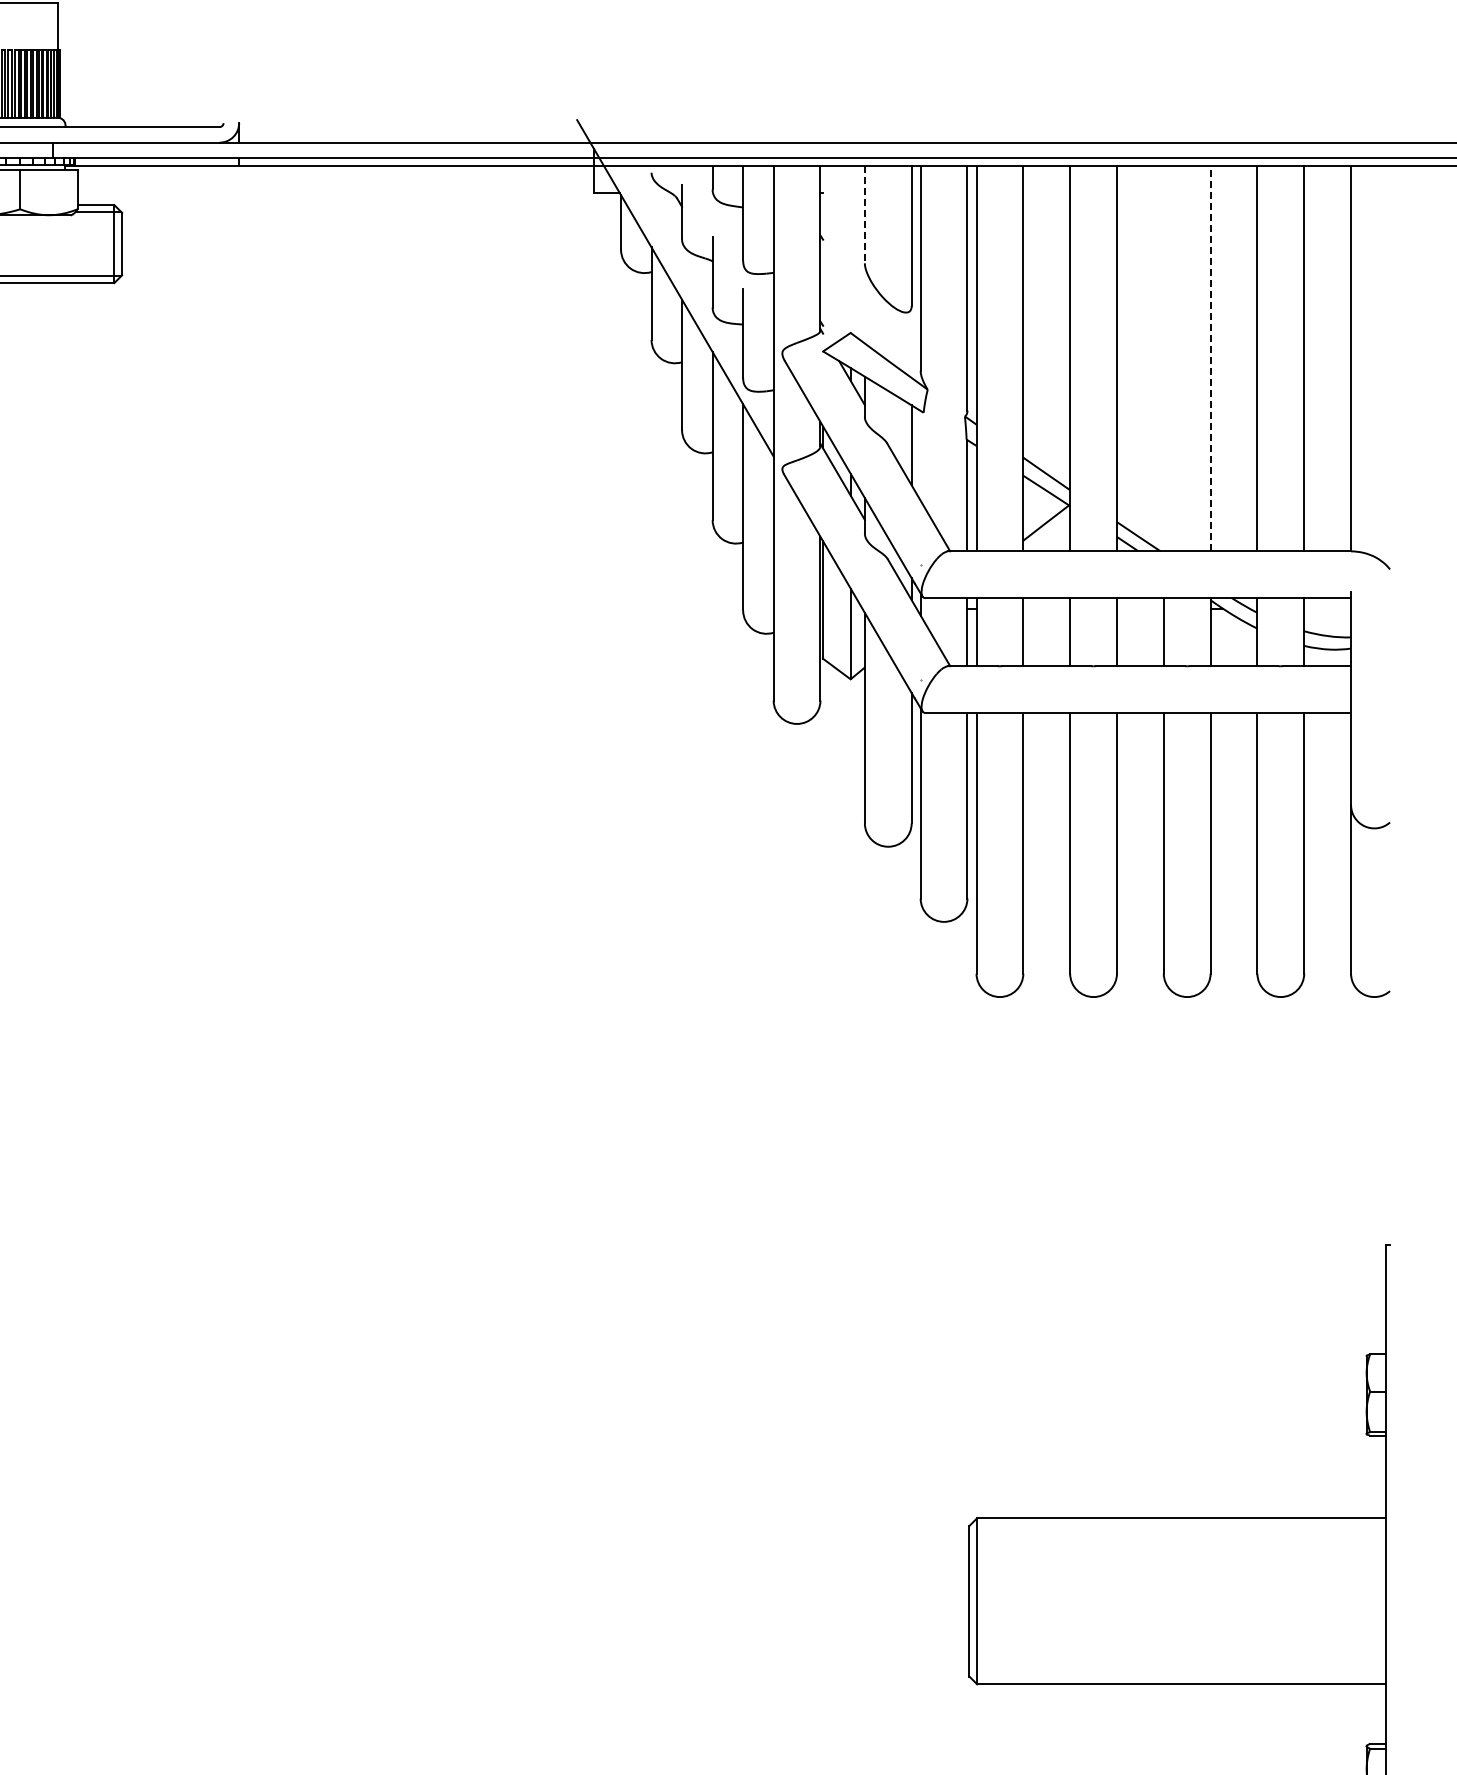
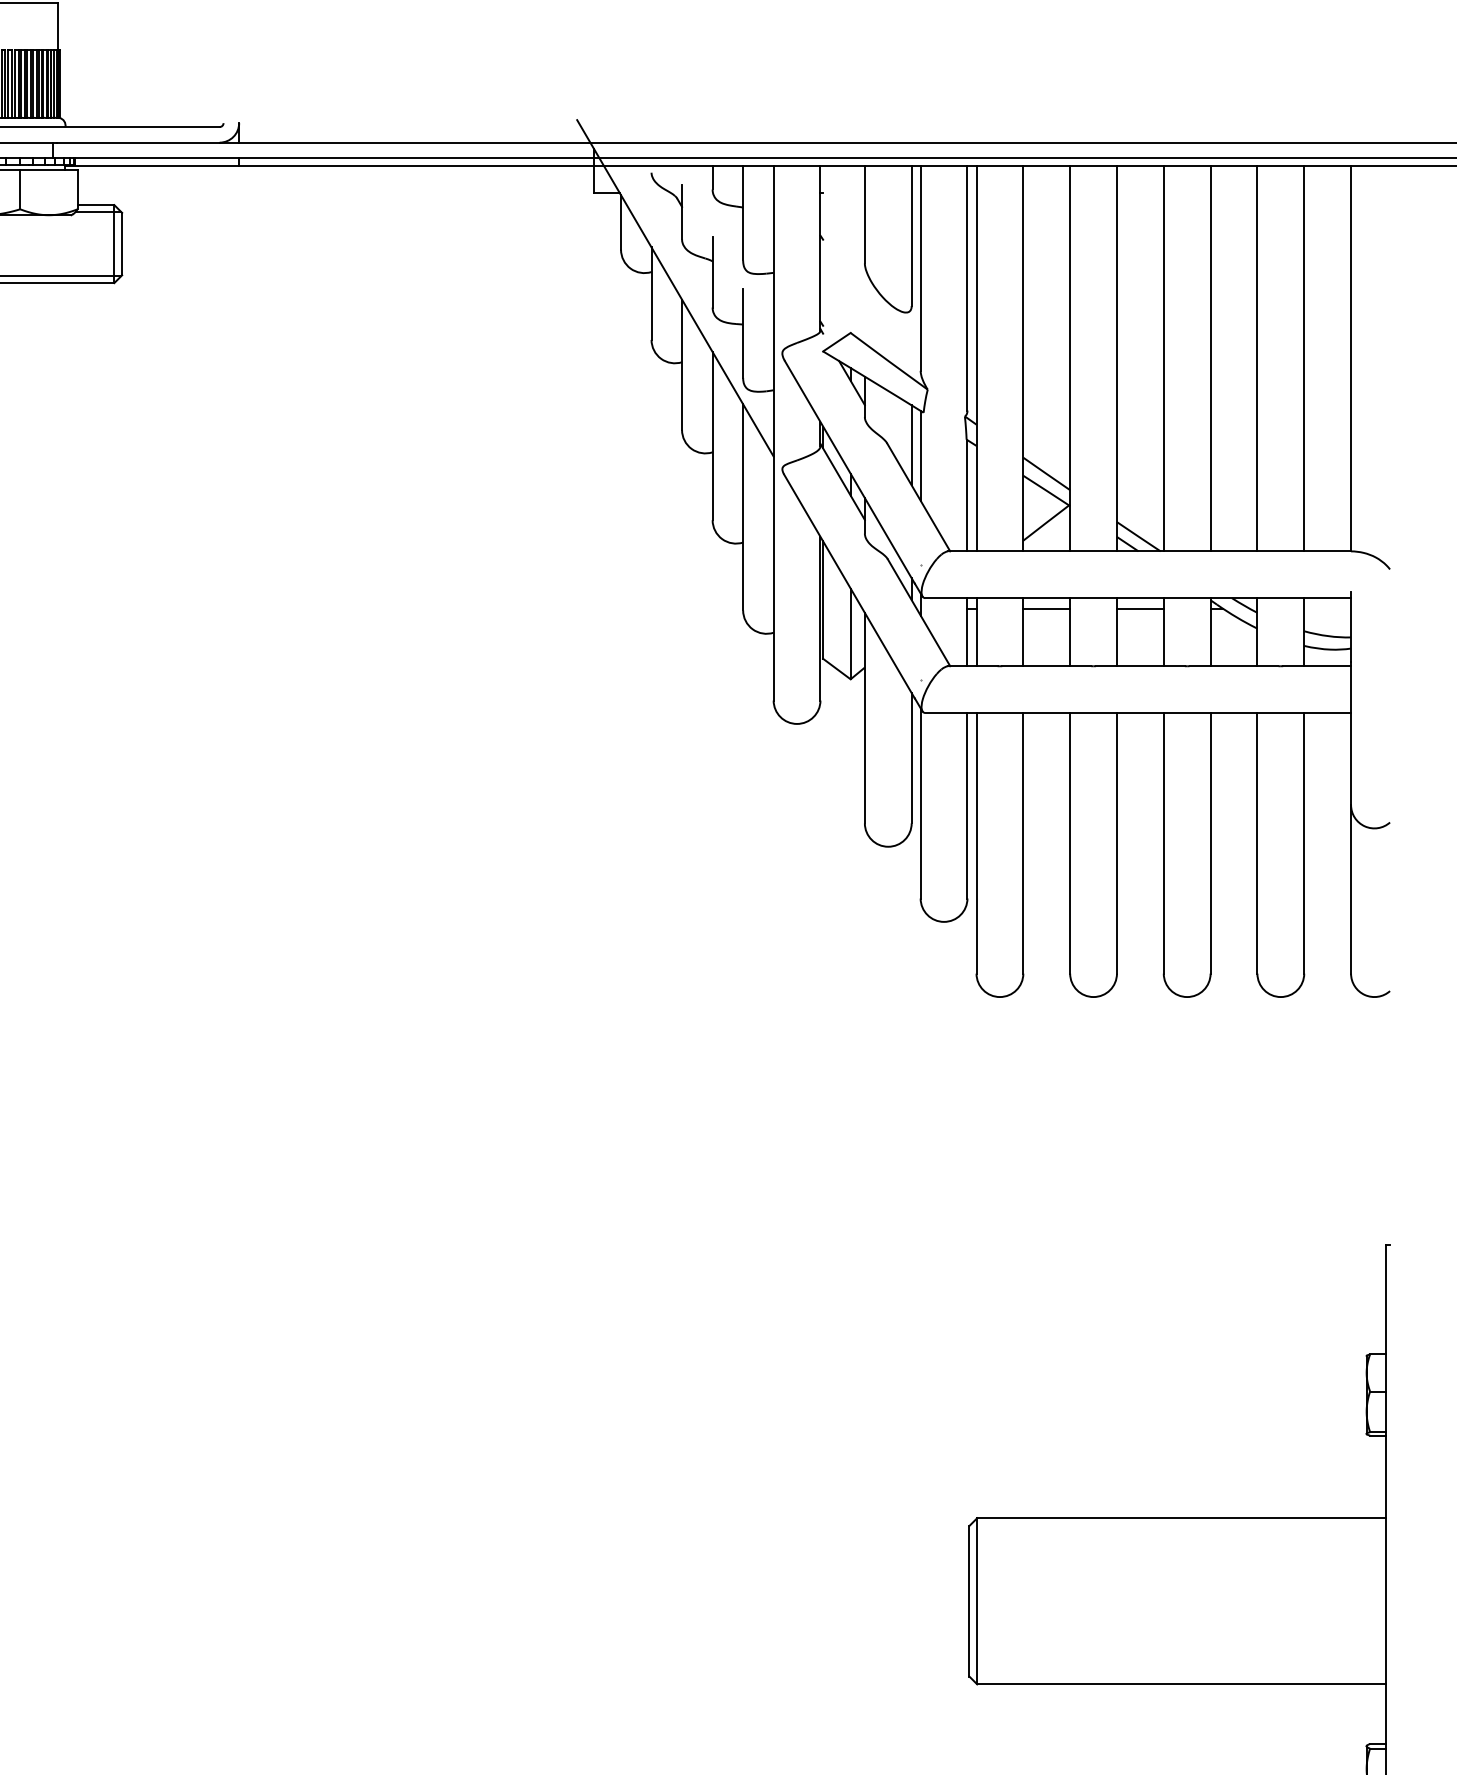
line at (864, 214): dashed -> solid
line at (1163, 358): none -> present
line at (1210, 358): dashed -> solid
line at (920, 455): none -> present
line at (1046, 609): none -> present
line at (1139, 609): none -> present
